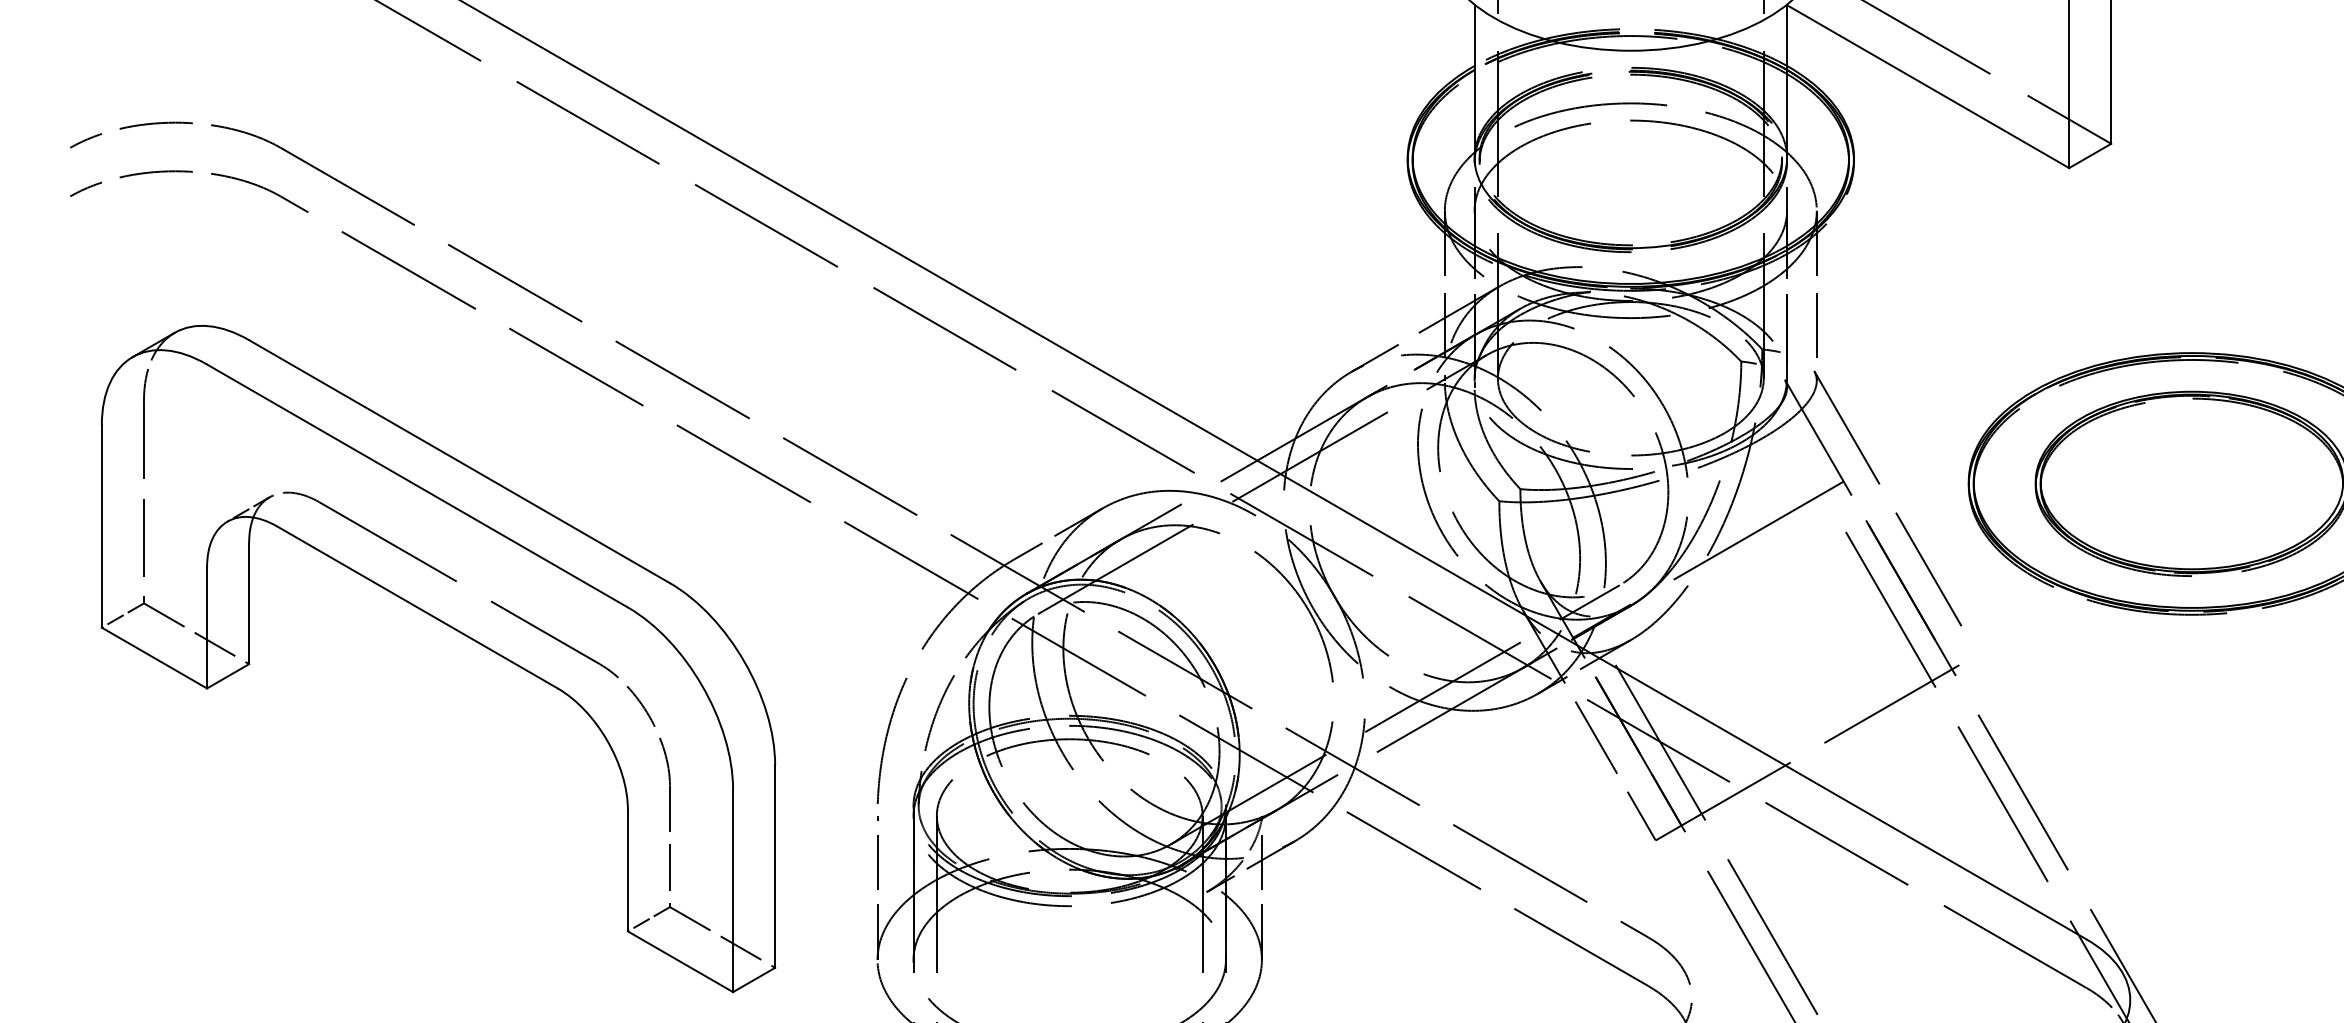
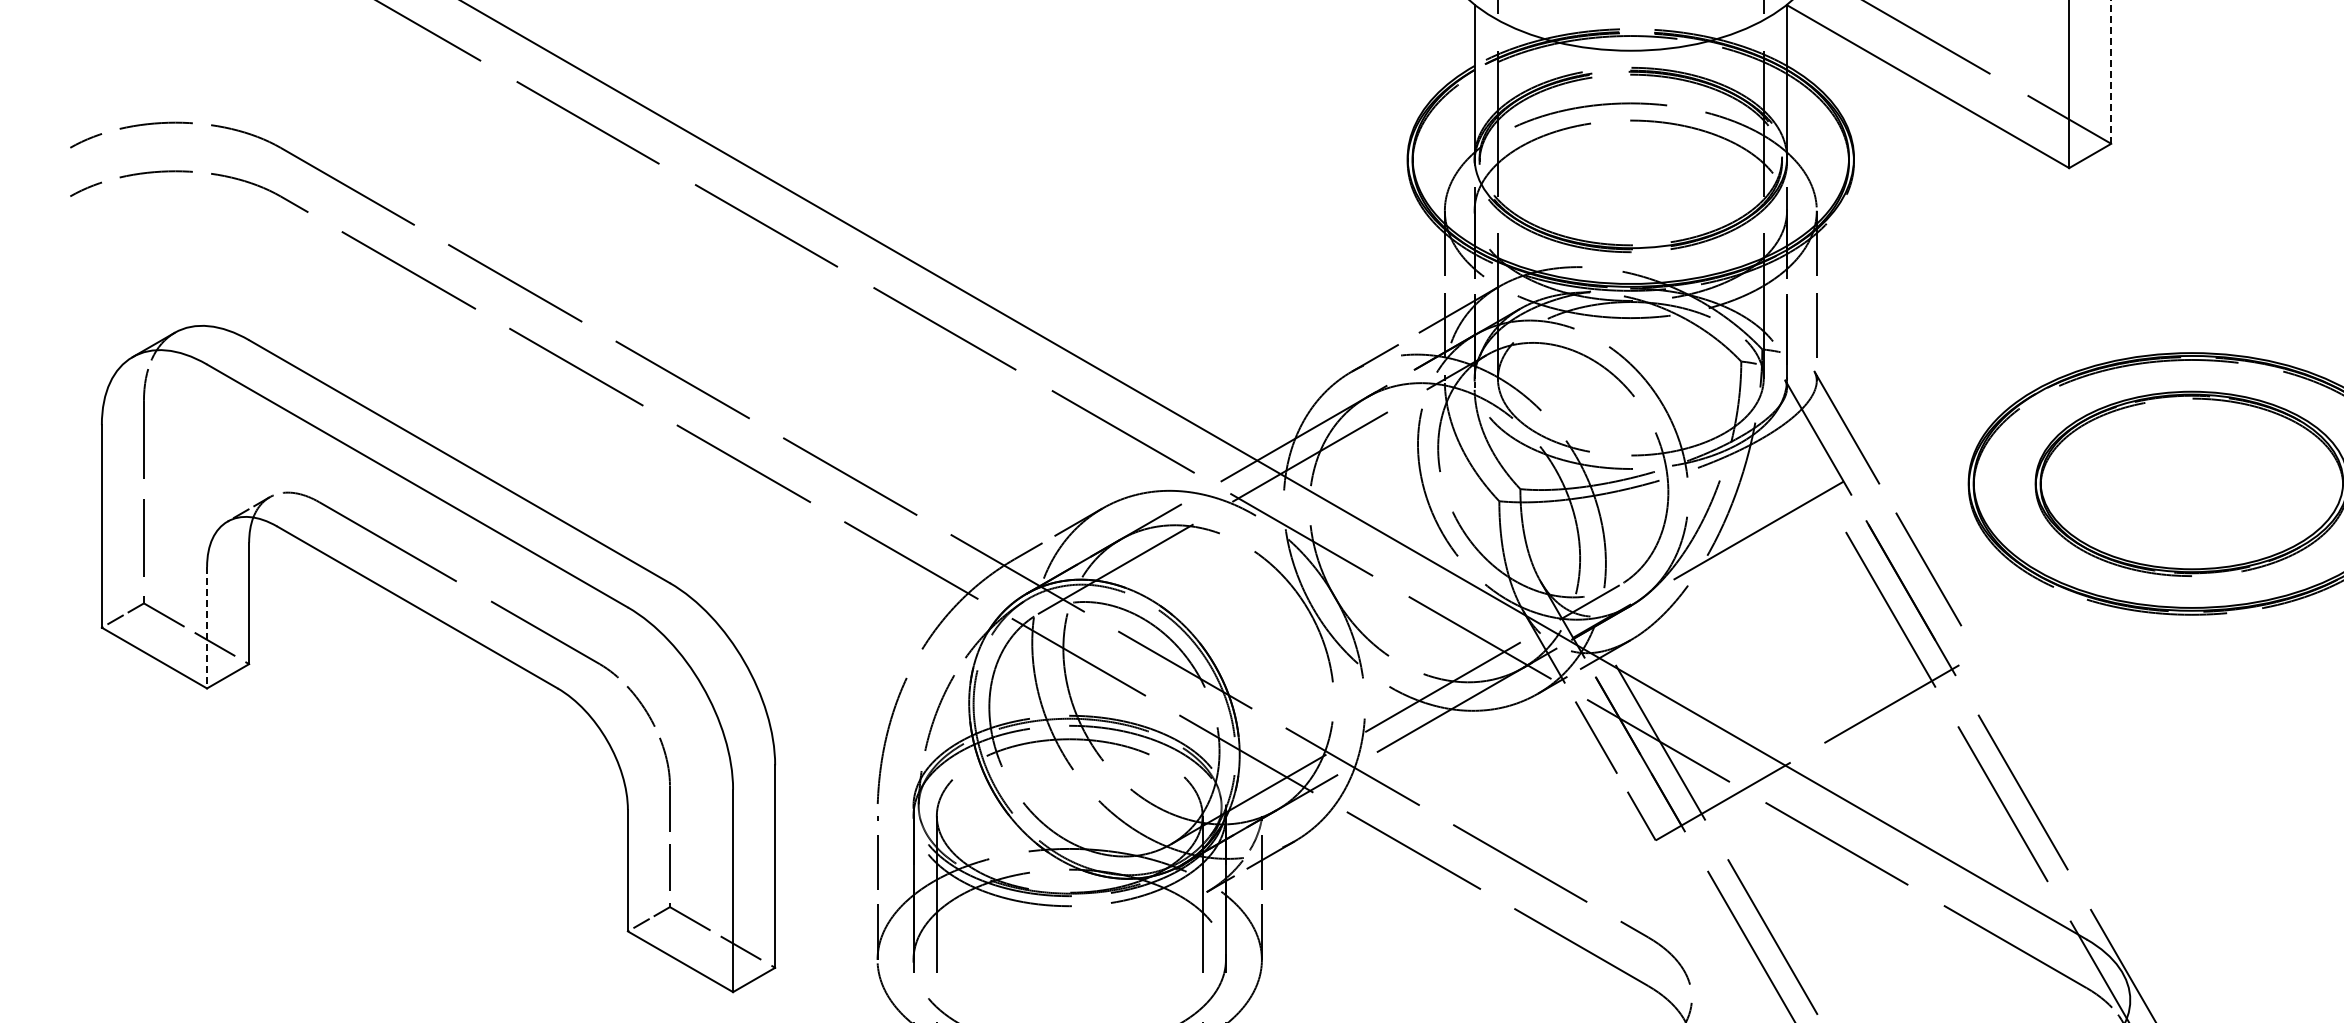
line at (2111, 71): solid -> dashed
line at (207, 627): solid -> dashed
